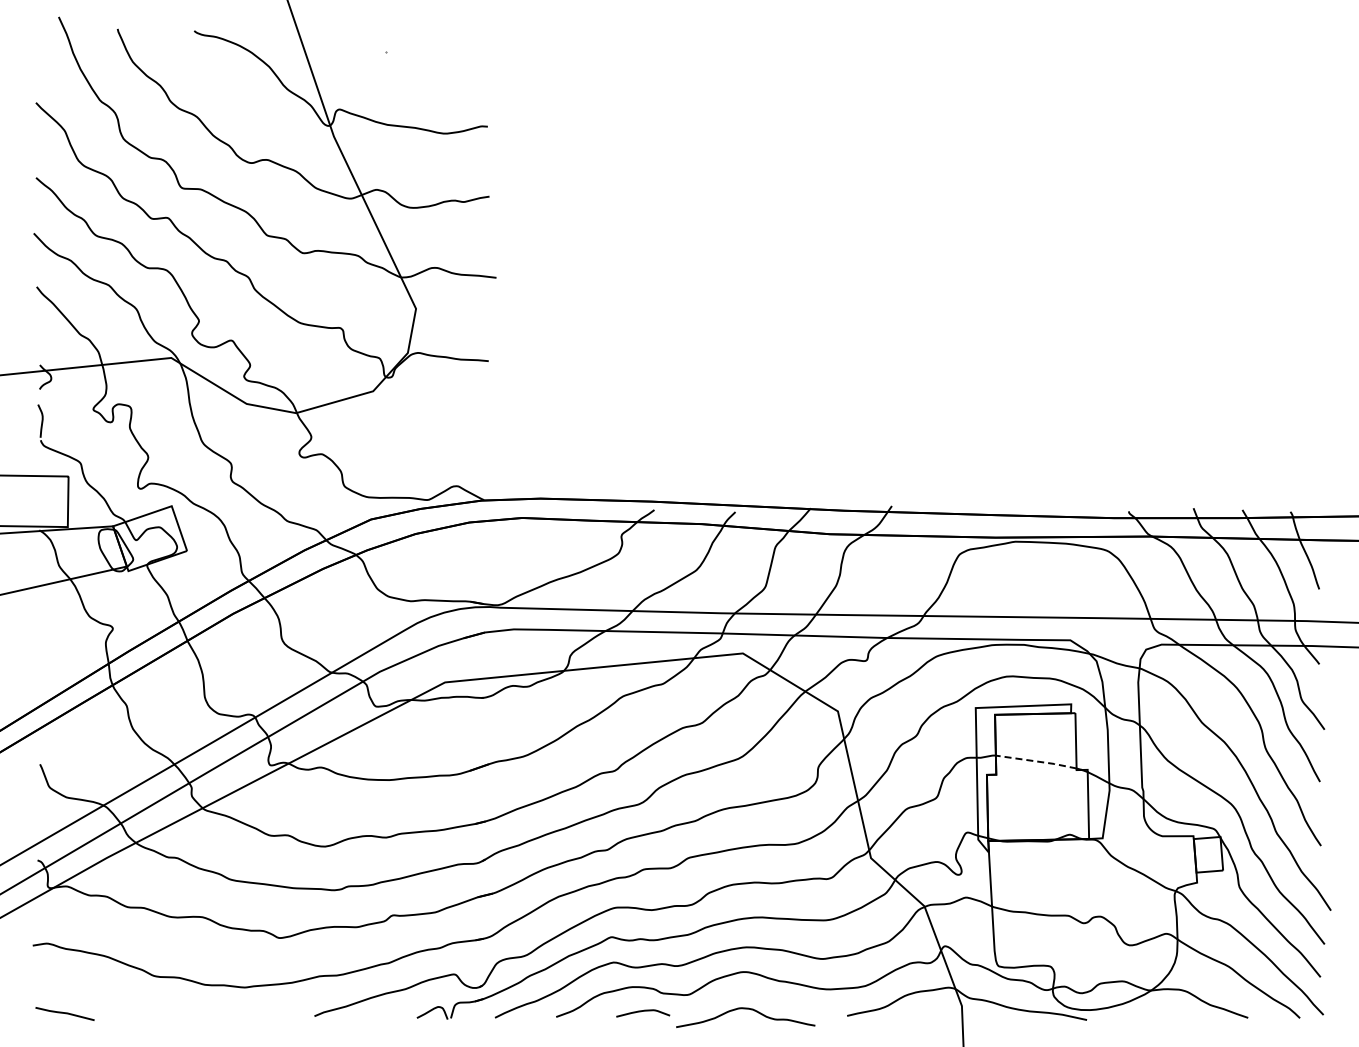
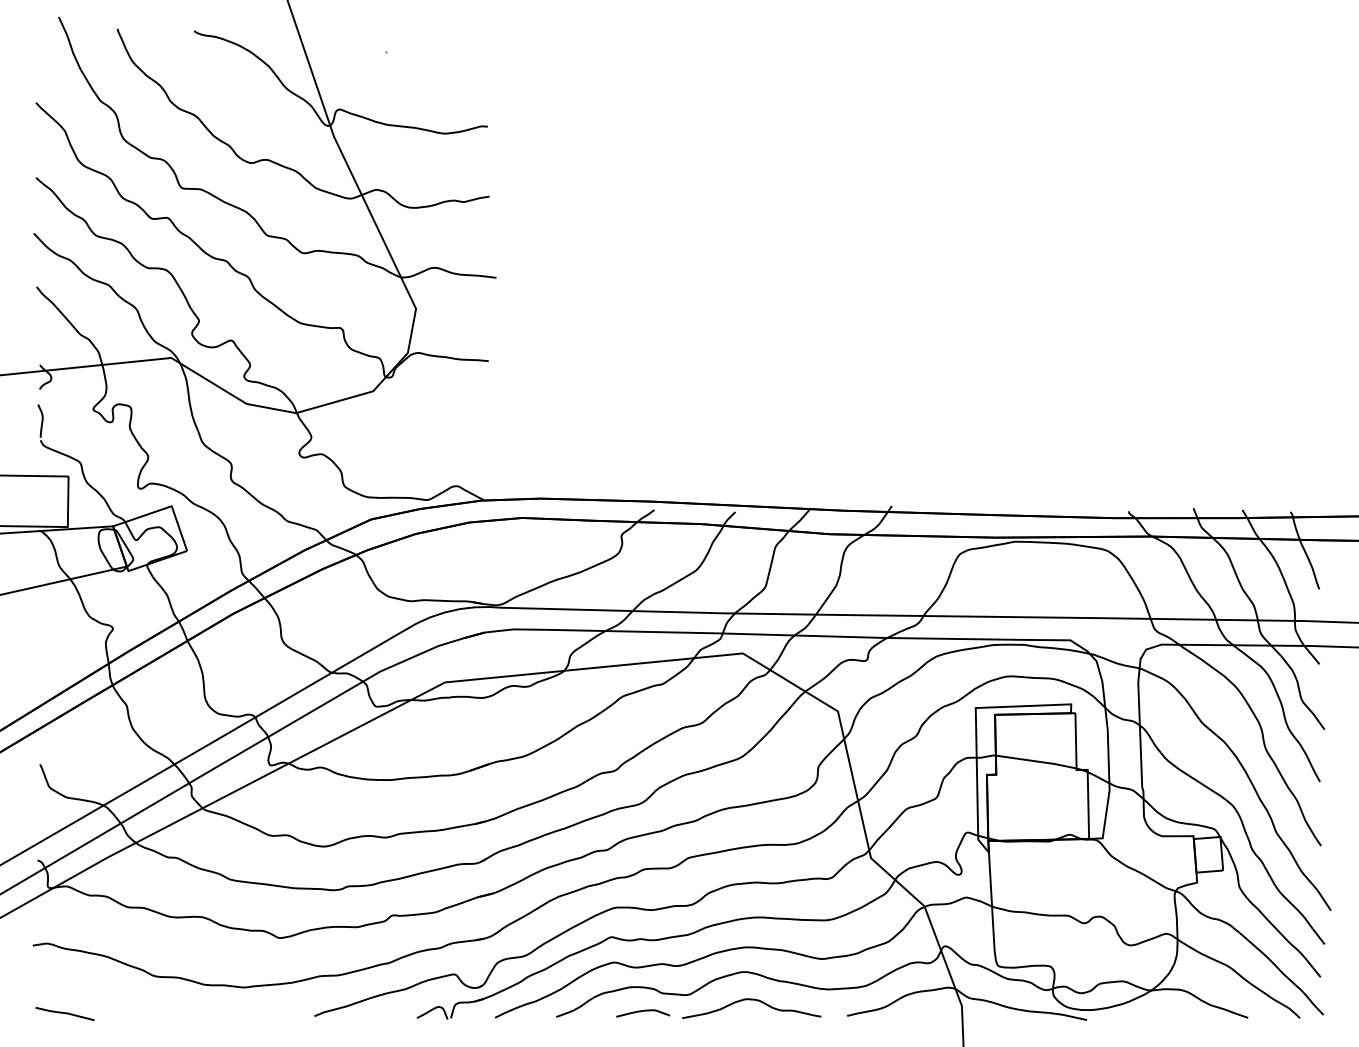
line at (1036, 761): dashed -> solid
curve at (745, 1009) position: (745, 1009) -> (751, 1000)
